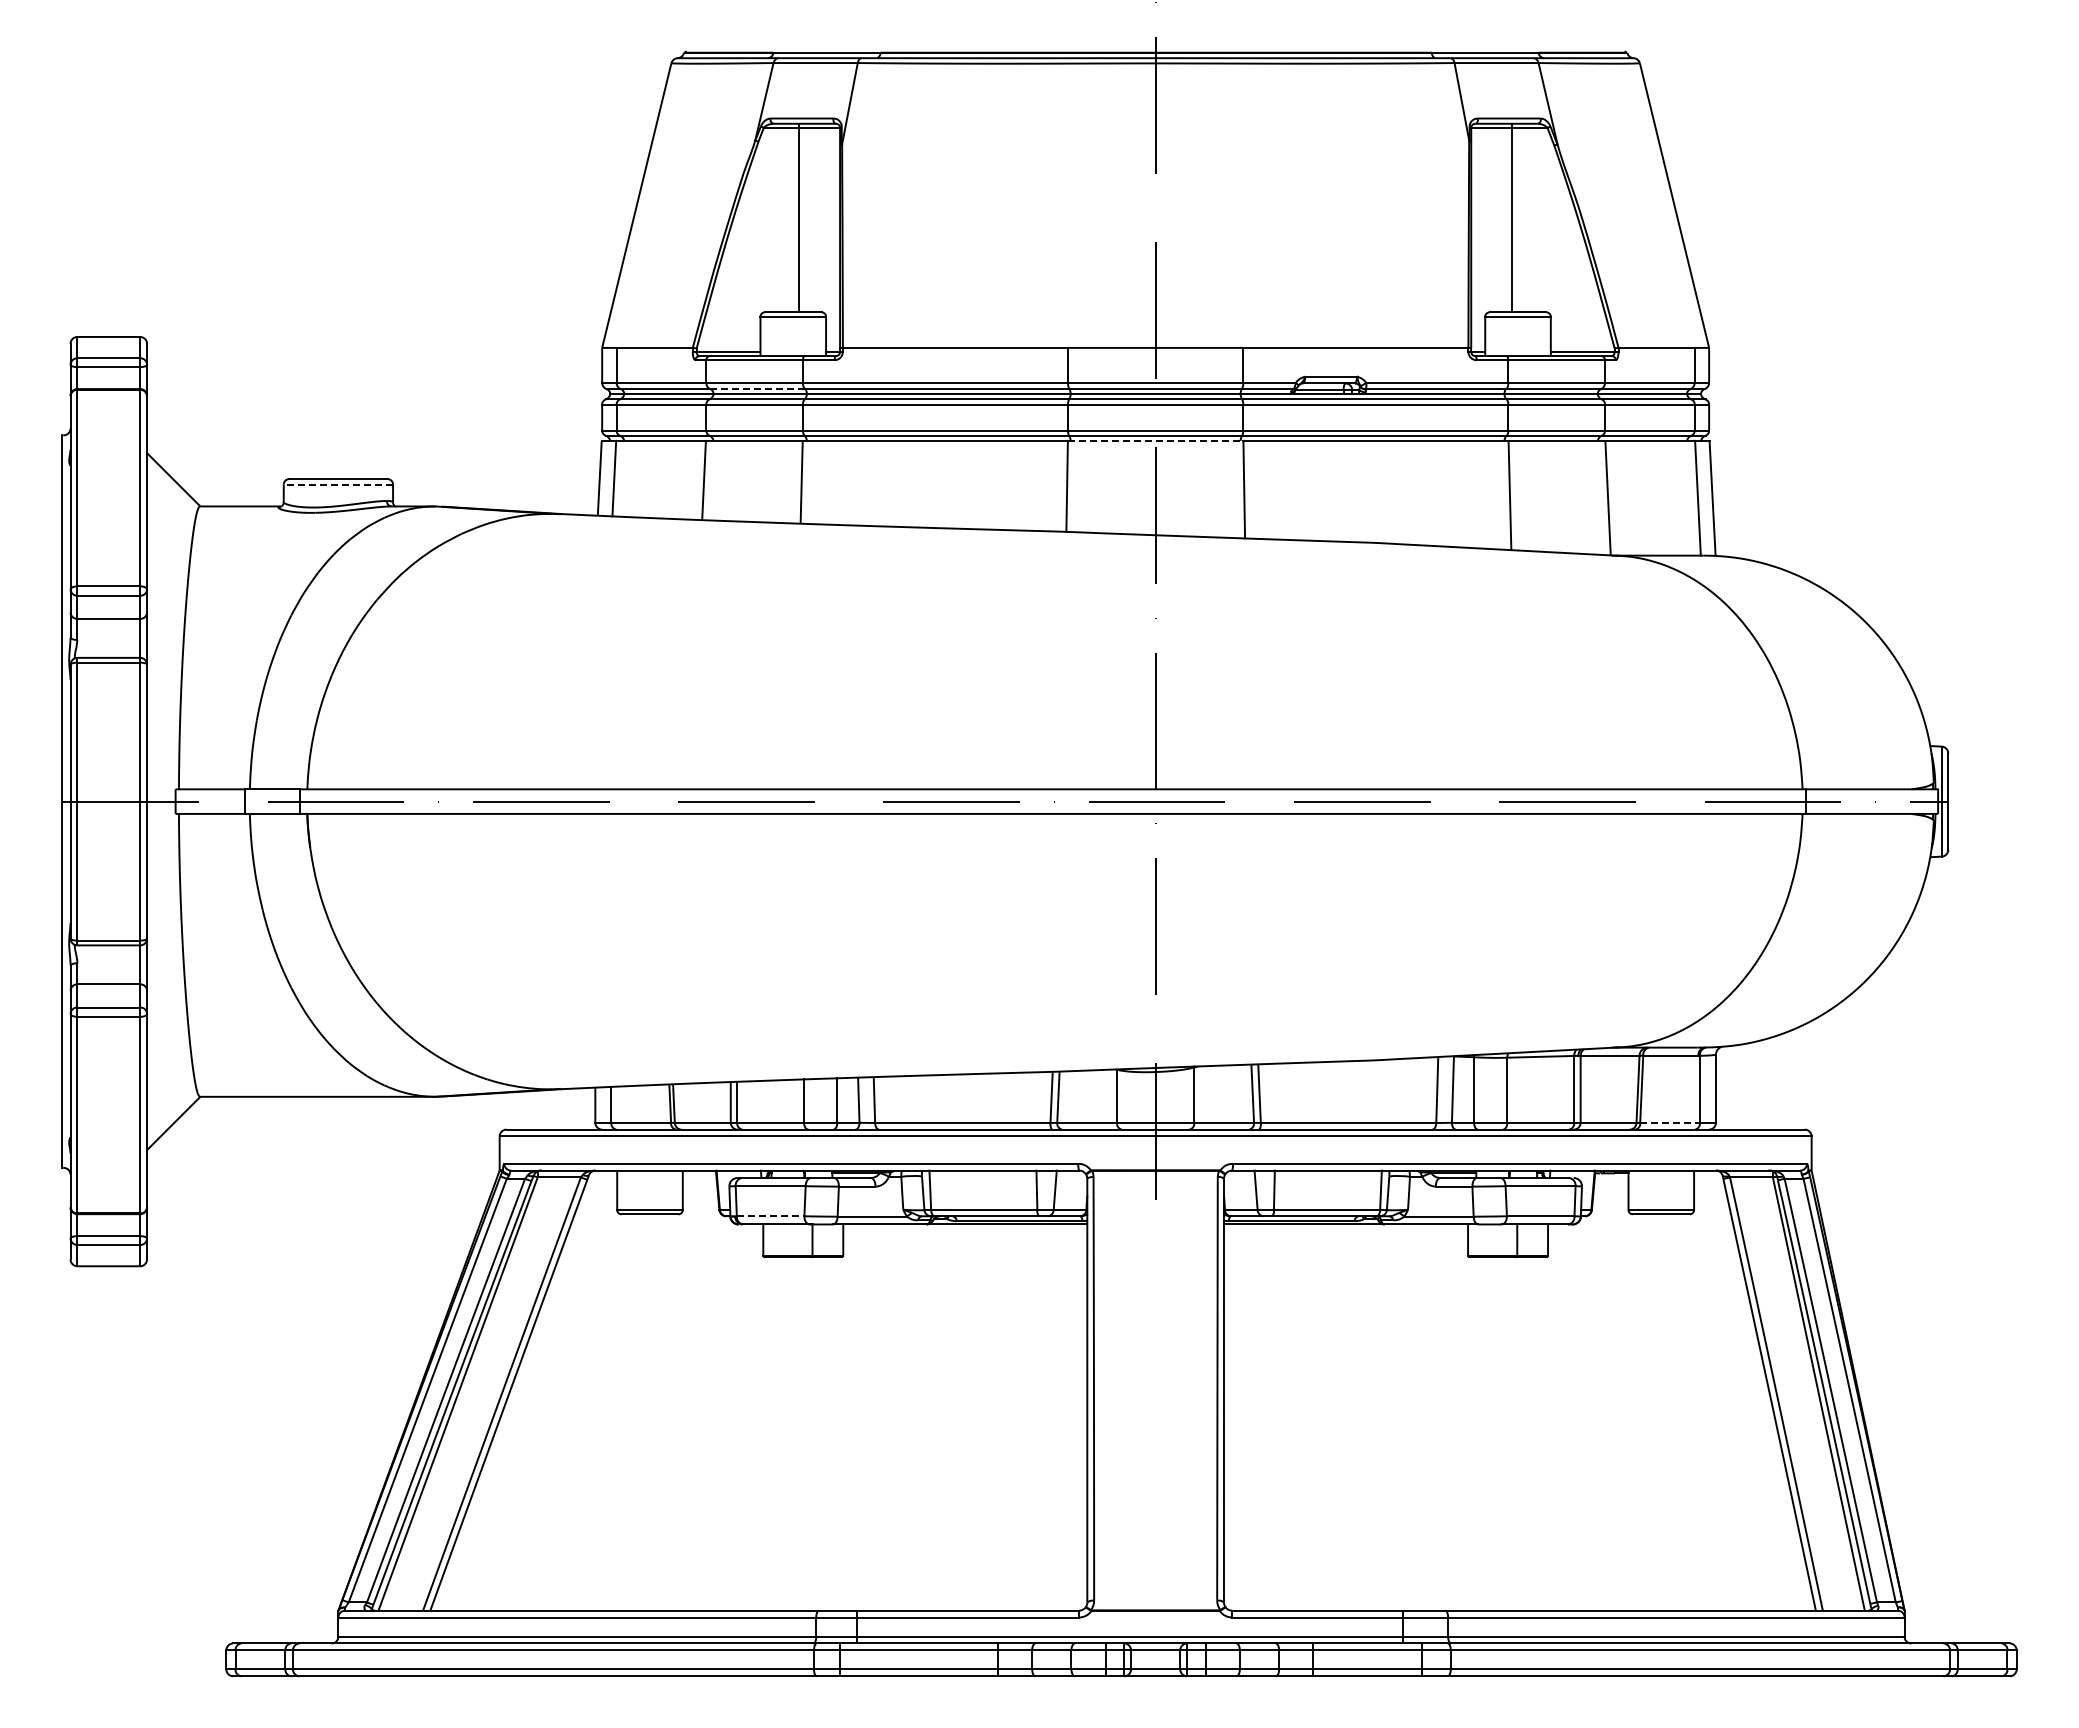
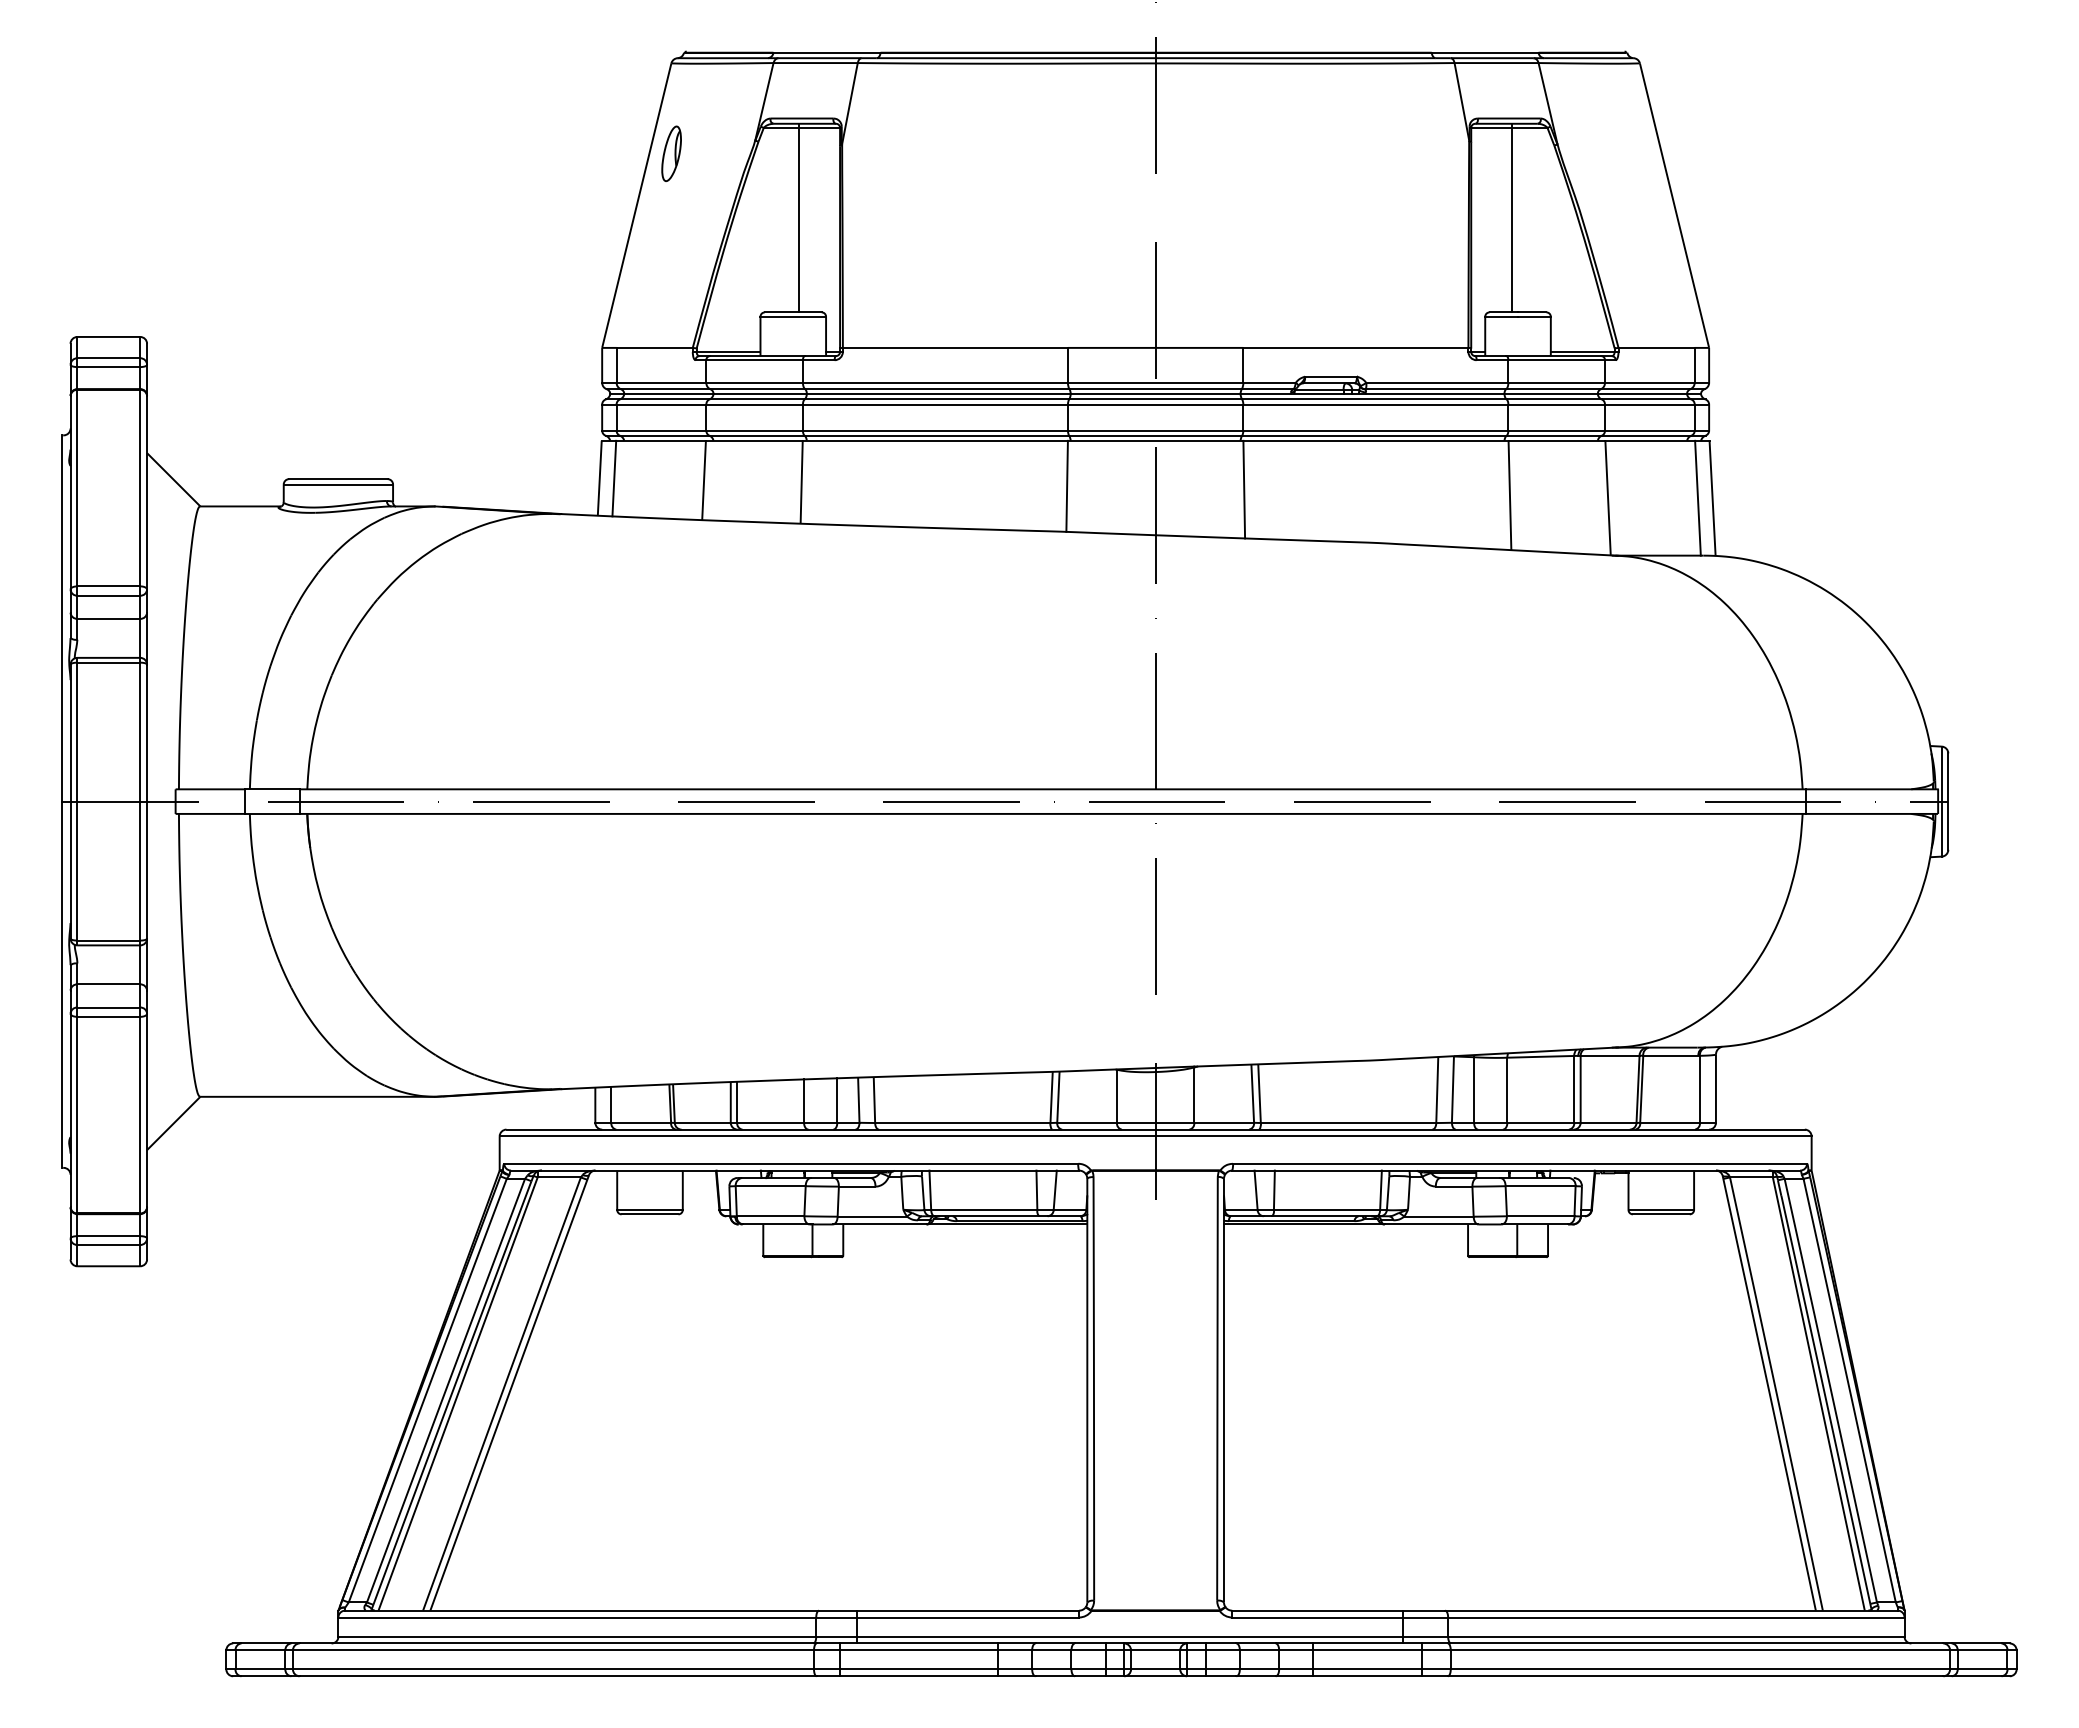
part at (671, 153): none -> present
line at (757, 389): dashed -> solid
line at (1155, 440): dashed -> solid
line at (338, 484): dashed -> solid
line at (1670, 1122): dashed -> solid
line at (770, 1216): dashed -> solid
